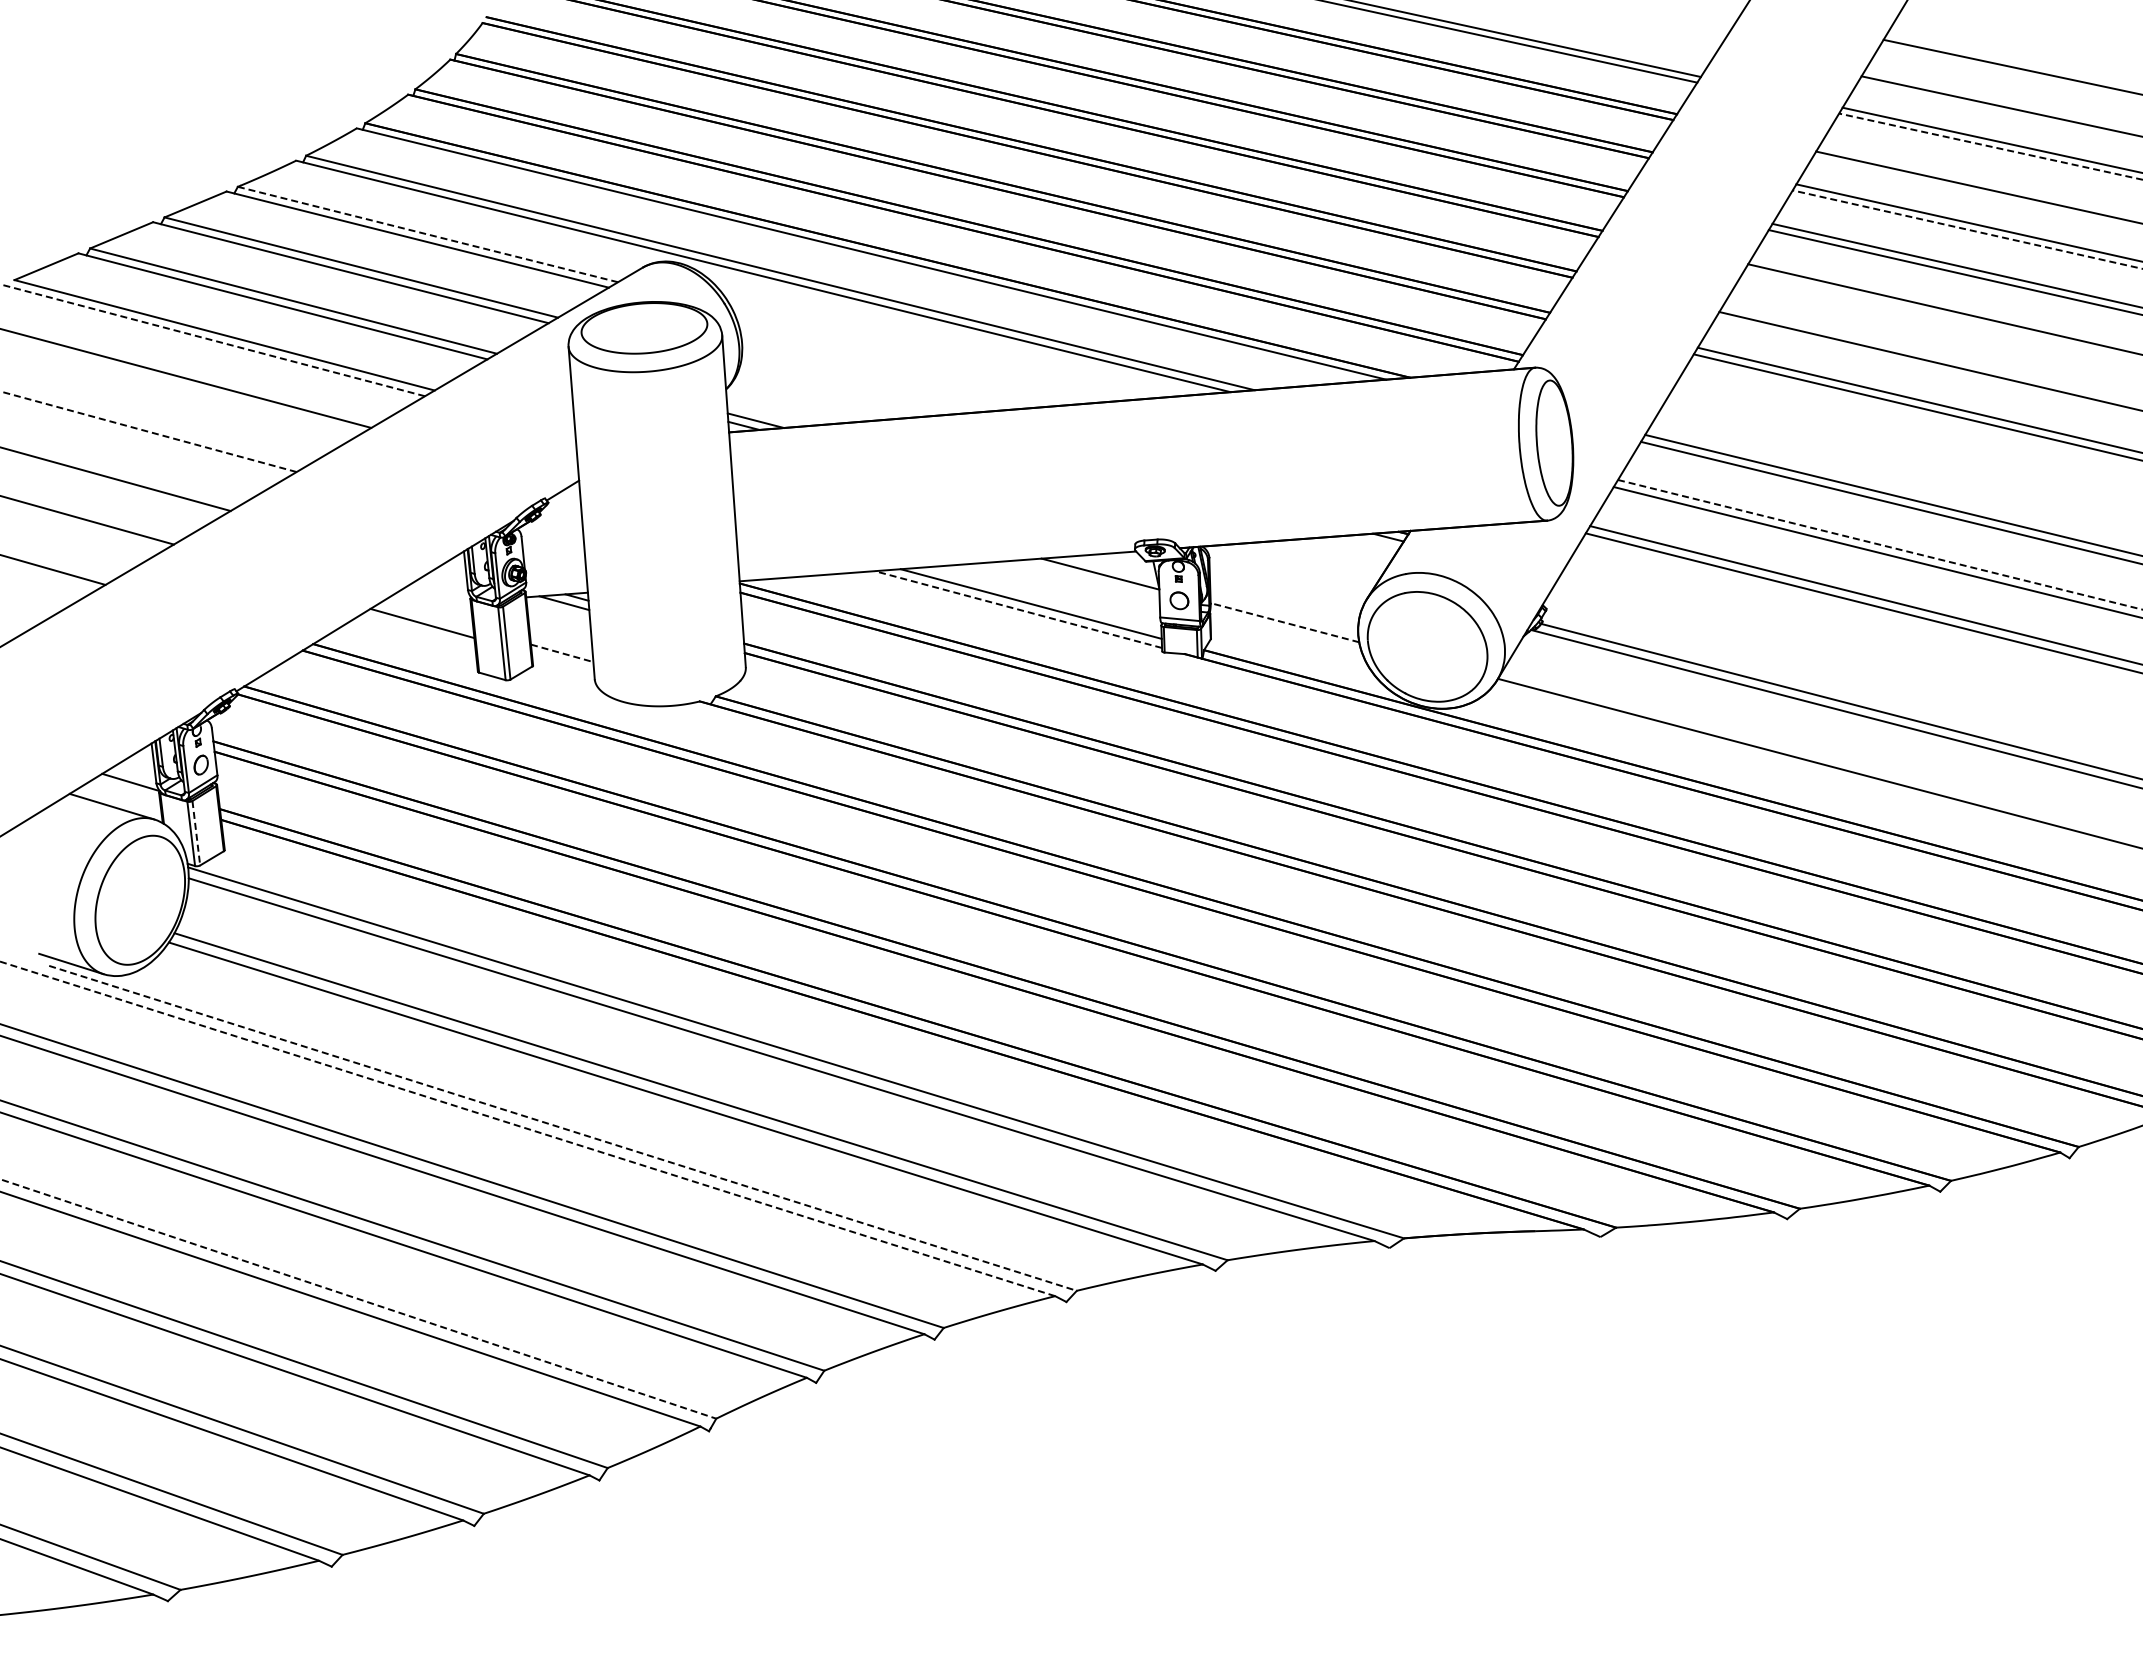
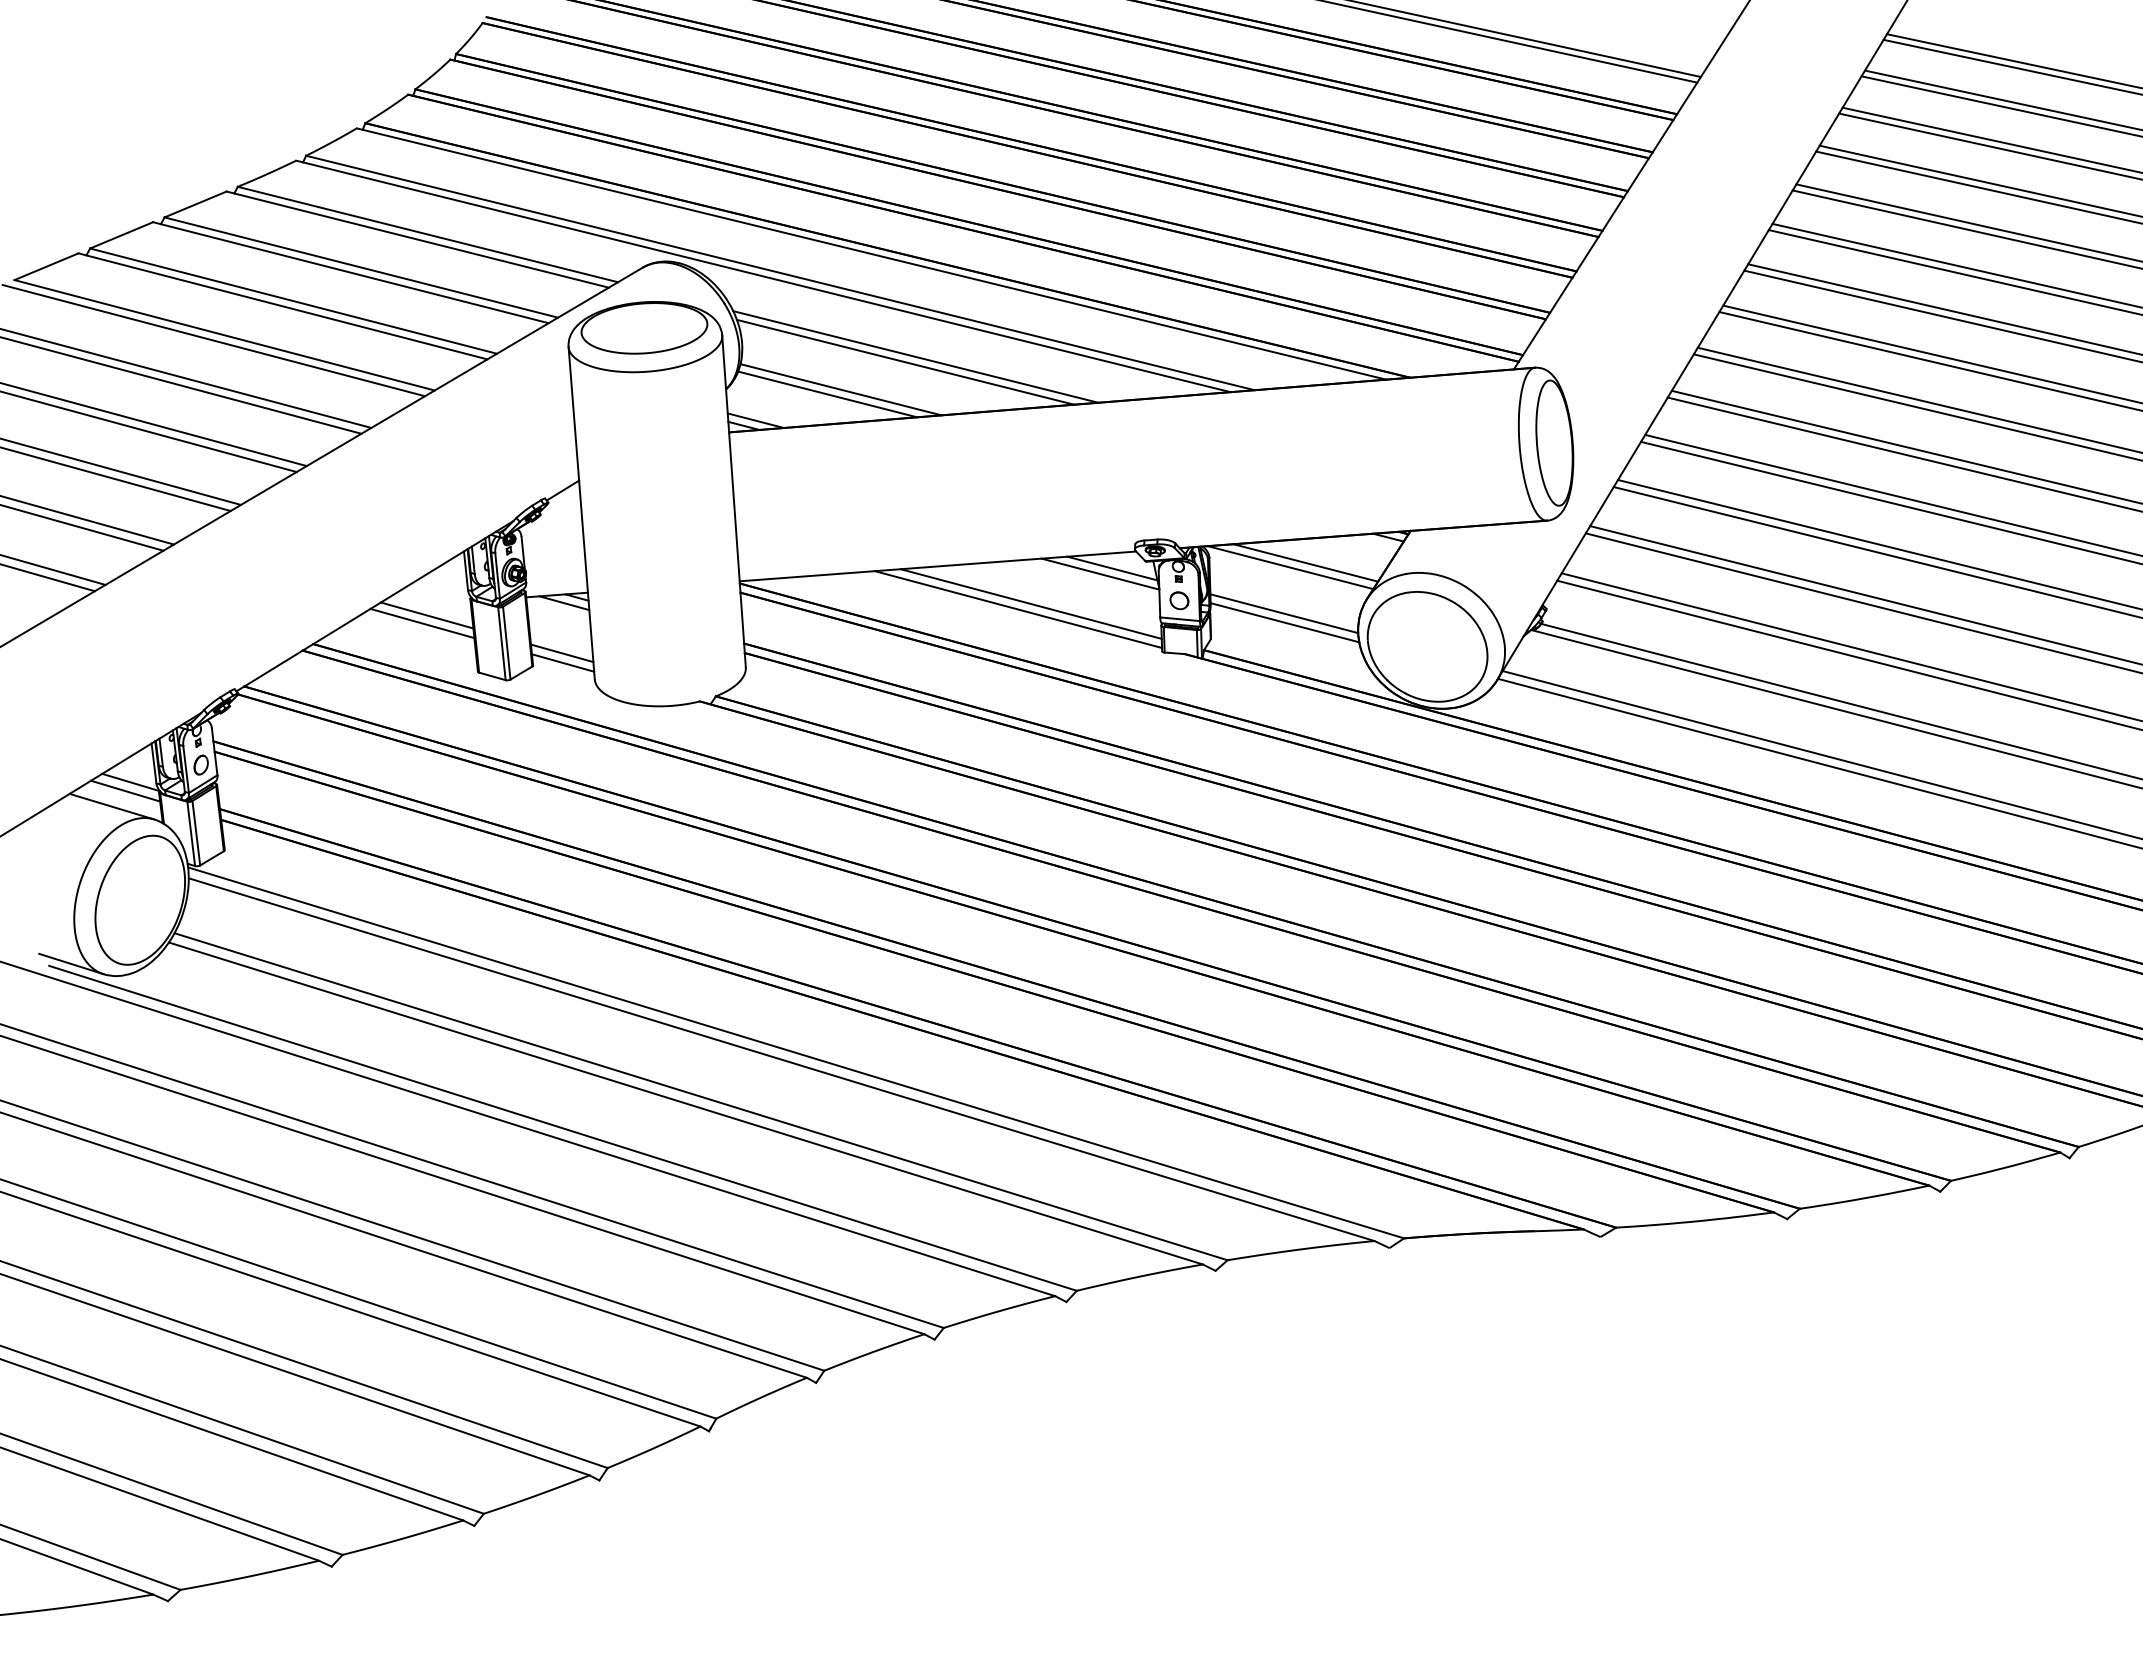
line at (2013, 60): none -> present
line at (2001, 99): none -> present
line at (1990, 146): dashed -> solid
line at (1979, 180): none -> present
line at (1967, 229): dashed -> solid
line at (427, 234): dashed -> solid
line at (1941, 315): none -> present
line at (213, 340): dashed -> solid
line at (1931, 353): none -> present
line at (915, 356): none -> present
line at (905, 361): none -> present
line at (181, 385): none -> present
line at (840, 389): none -> present
line at (827, 394): none -> present
line at (154, 424): none -> present
line at (148, 431): dashed -> solid
line at (1905, 446): none -> present
line at (1903, 454): none -> present
line at (121, 471): none -> present
line at (82, 527): none -> present
line at (1880, 544): dashed -> solid
line at (1305, 562): none -> present
line at (1290, 567): none -> present
line at (1112, 568): none -> present
line at (48, 577): none -> present
line at (1018, 609): dashed -> solid
line at (1284, 613): none -> present
line at (426, 615): none -> present
line at (1284, 622): dashed -> solid
line at (1850, 646): none -> present
line at (562, 653): dashed -> solid
line at (1848, 654): none -> present
line at (562, 662): none -> present
line at (1820, 754): none -> present
line at (125, 790): none -> present
line at (196, 833): dashed -> solid
line at (527, 1128): dashed -> solid
line at (563, 1128): dashed -> solid
line at (358, 1299): dashed -> solid
